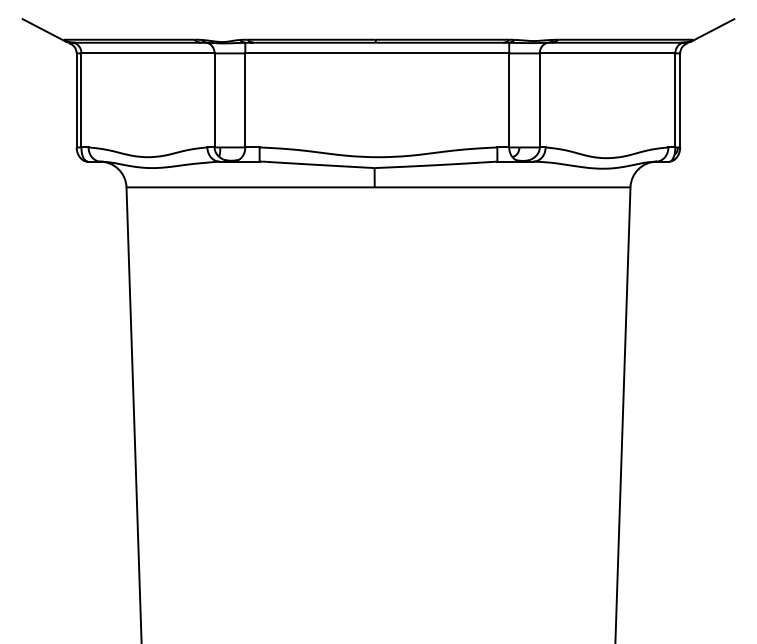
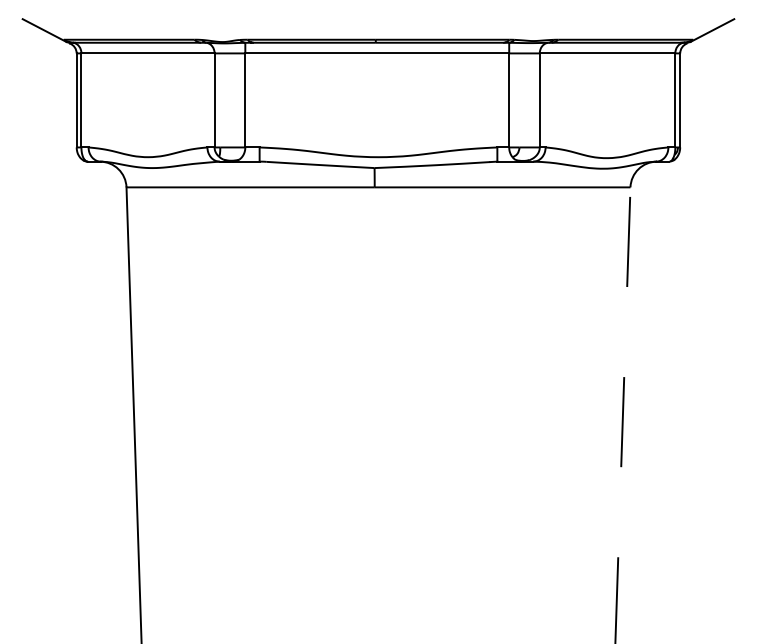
line at (622, 414): solid -> dashed
